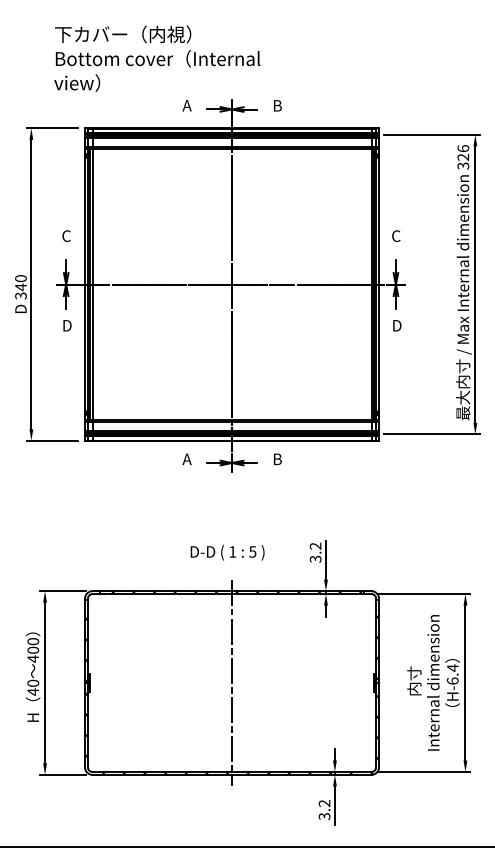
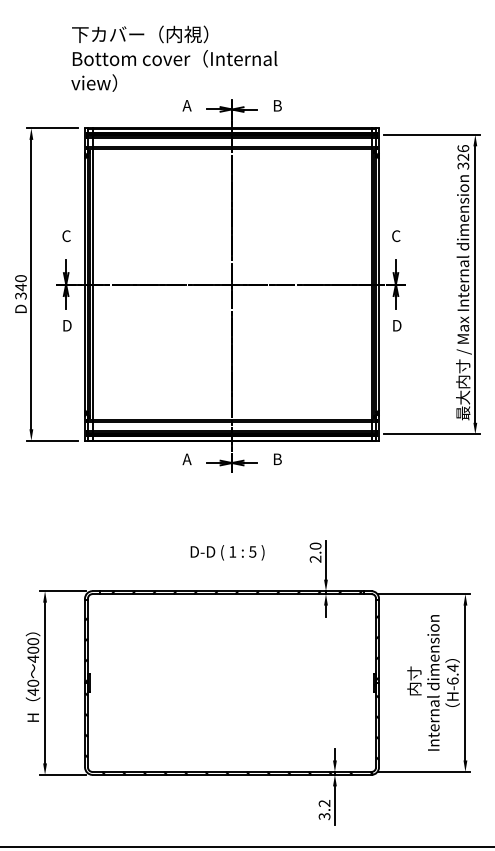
text at (157, 58) position: (157, 58) -> (174, 58)
text at (315, 552): 3.2 -> 2.0
line at (232, 682): present -> none
